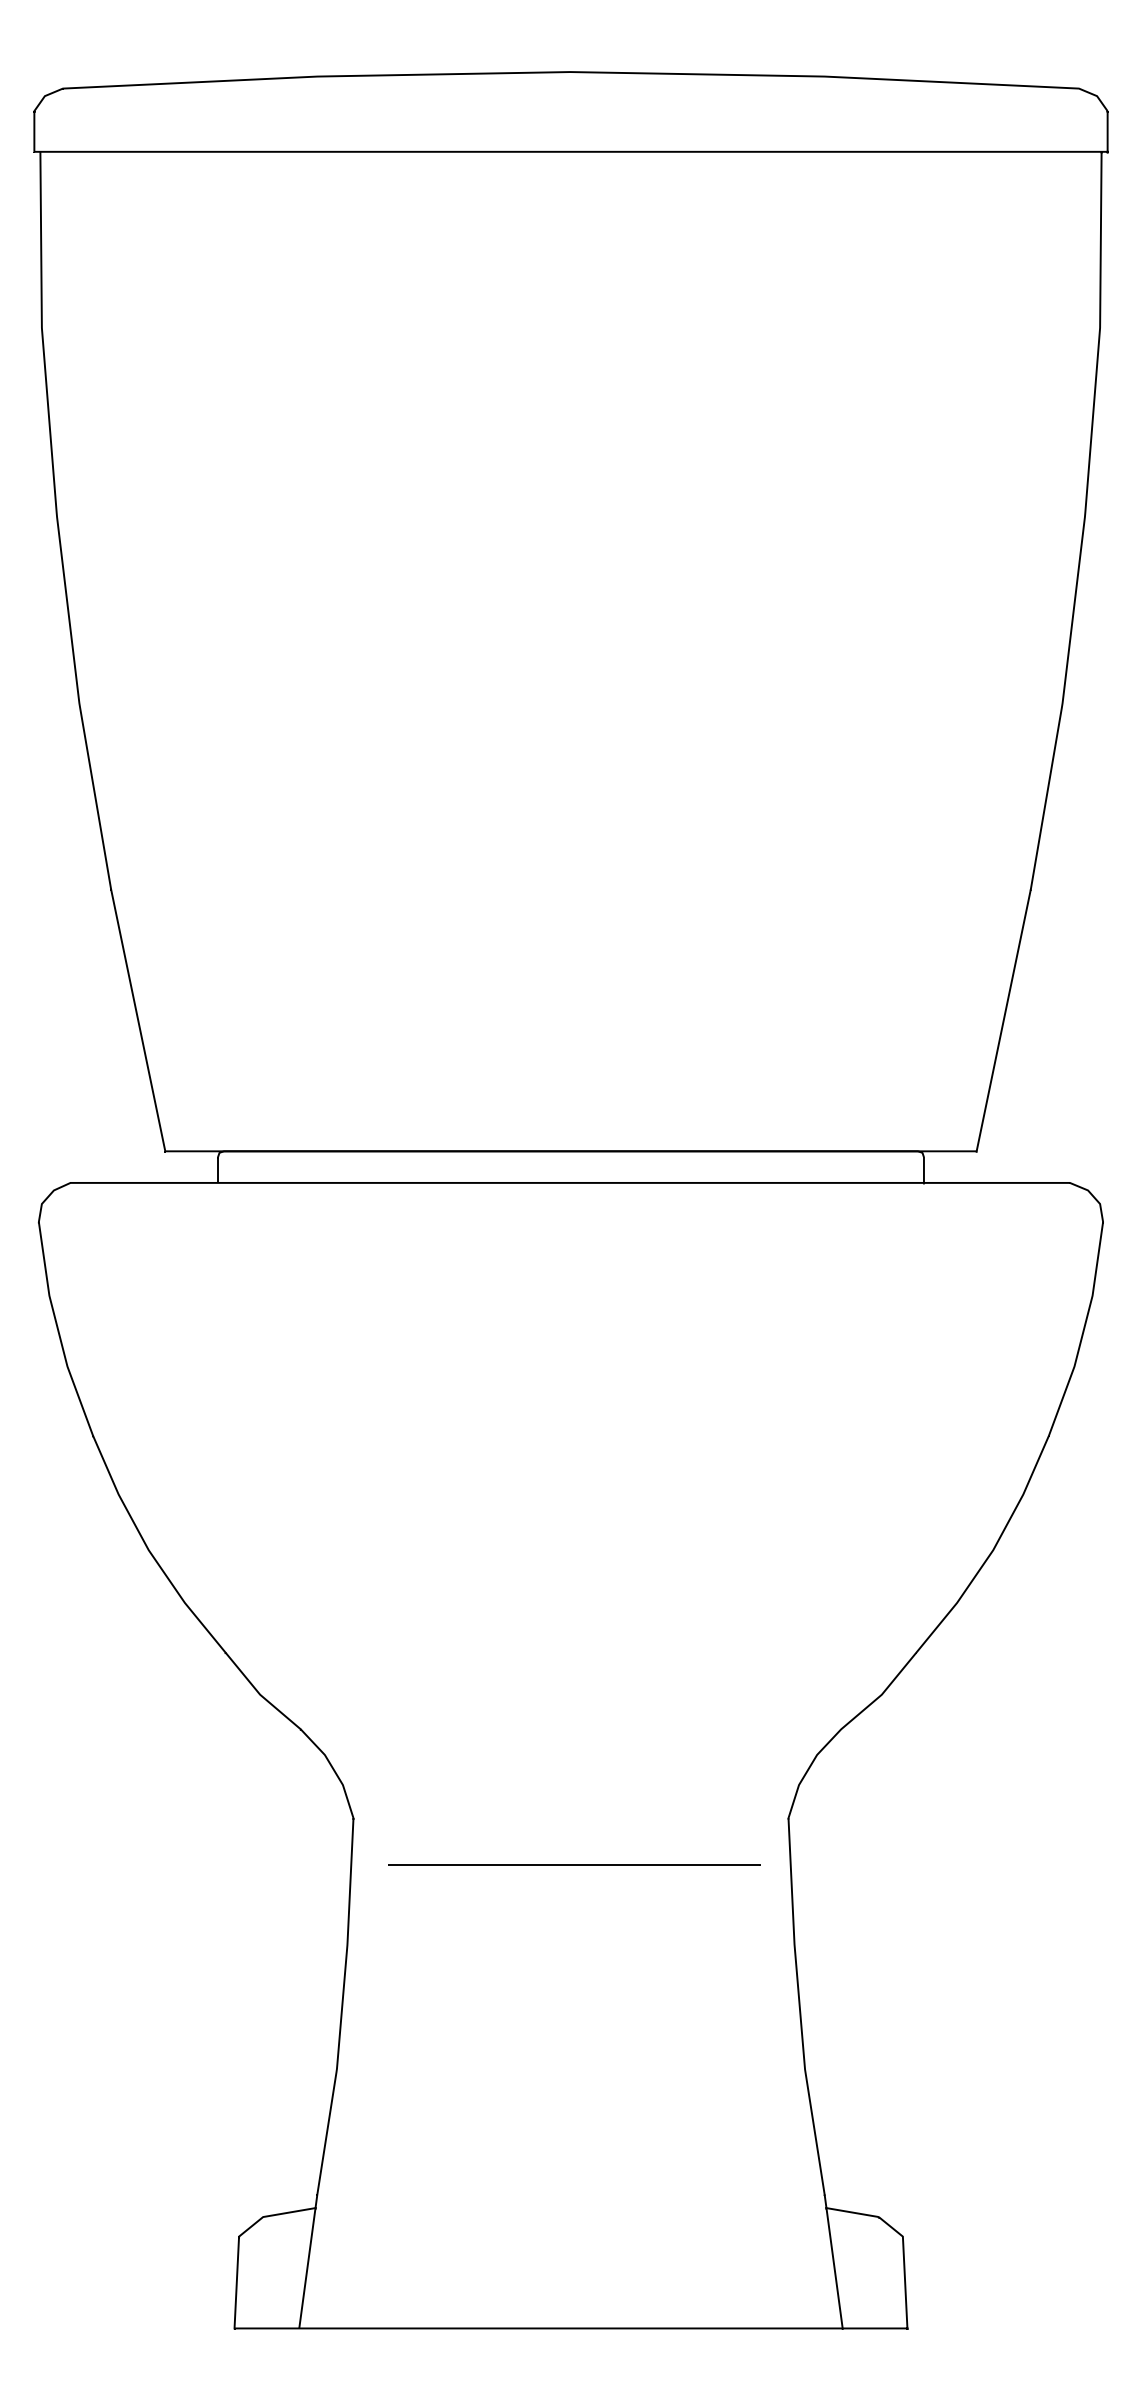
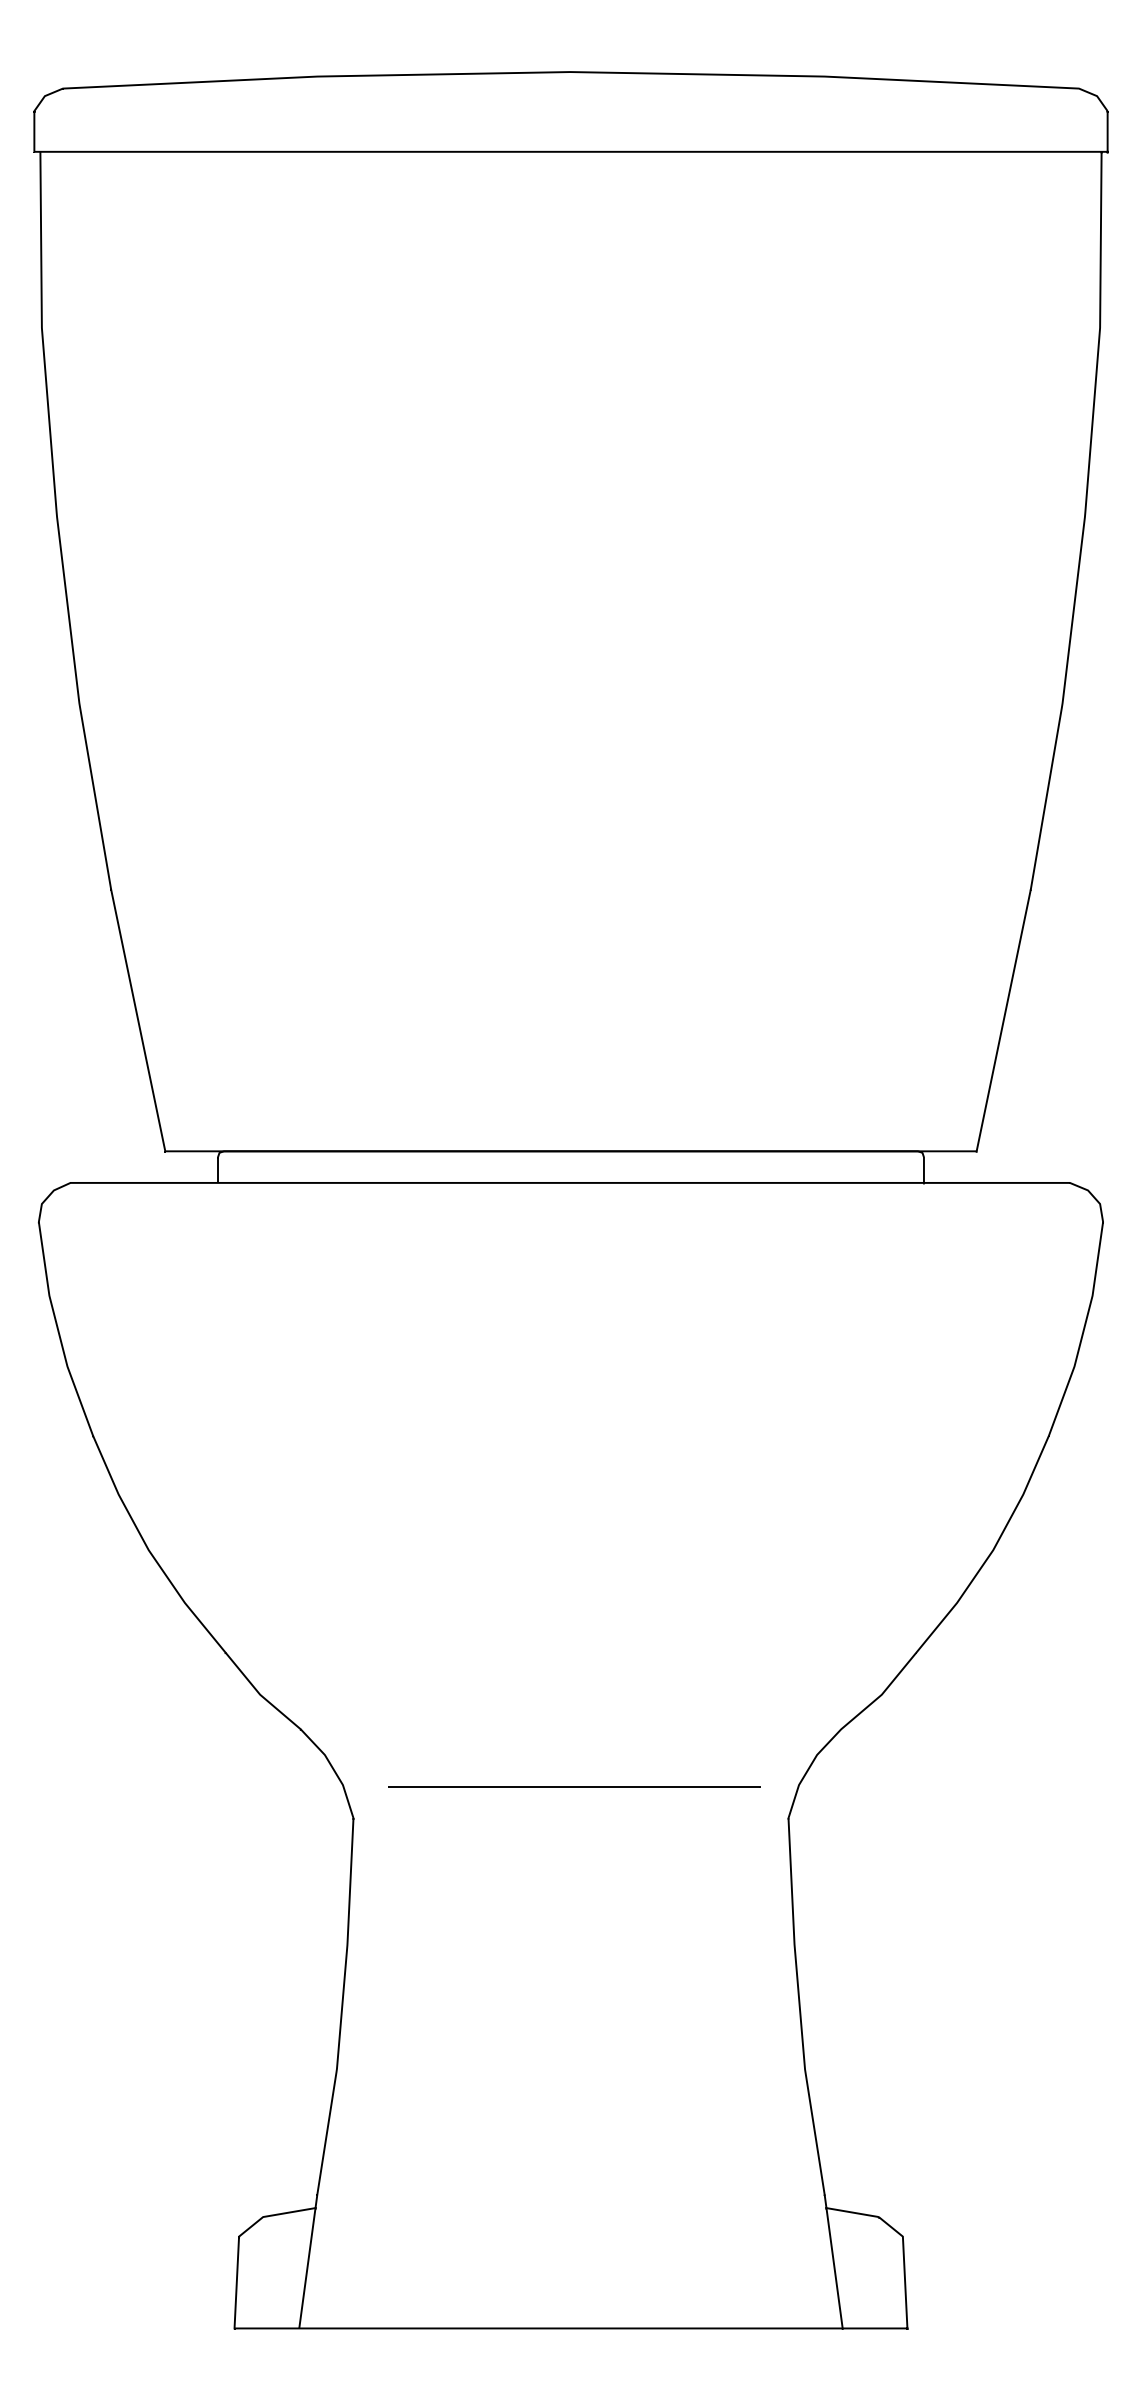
line at (574, 1864) position: (574, 1864) -> (574, 1786)
